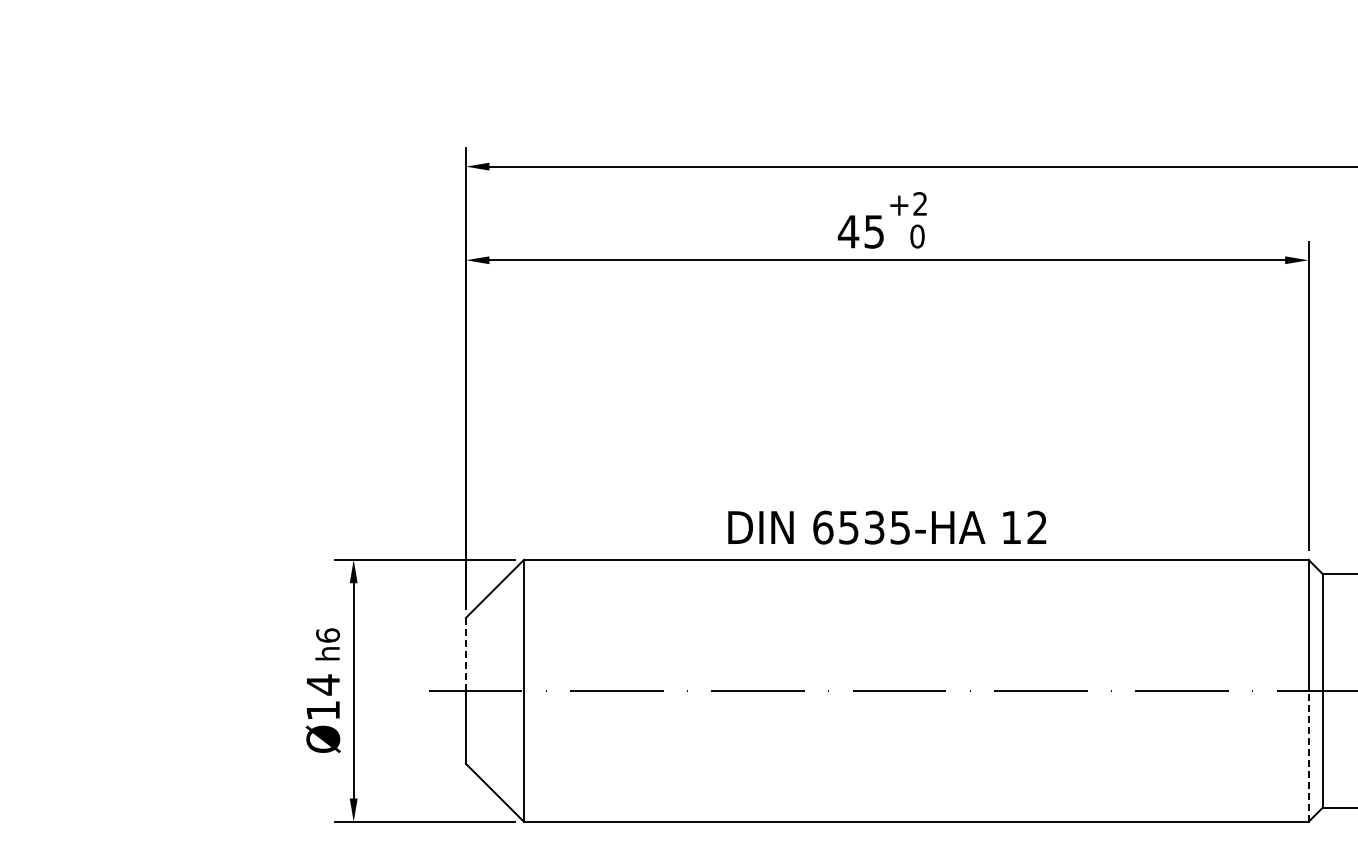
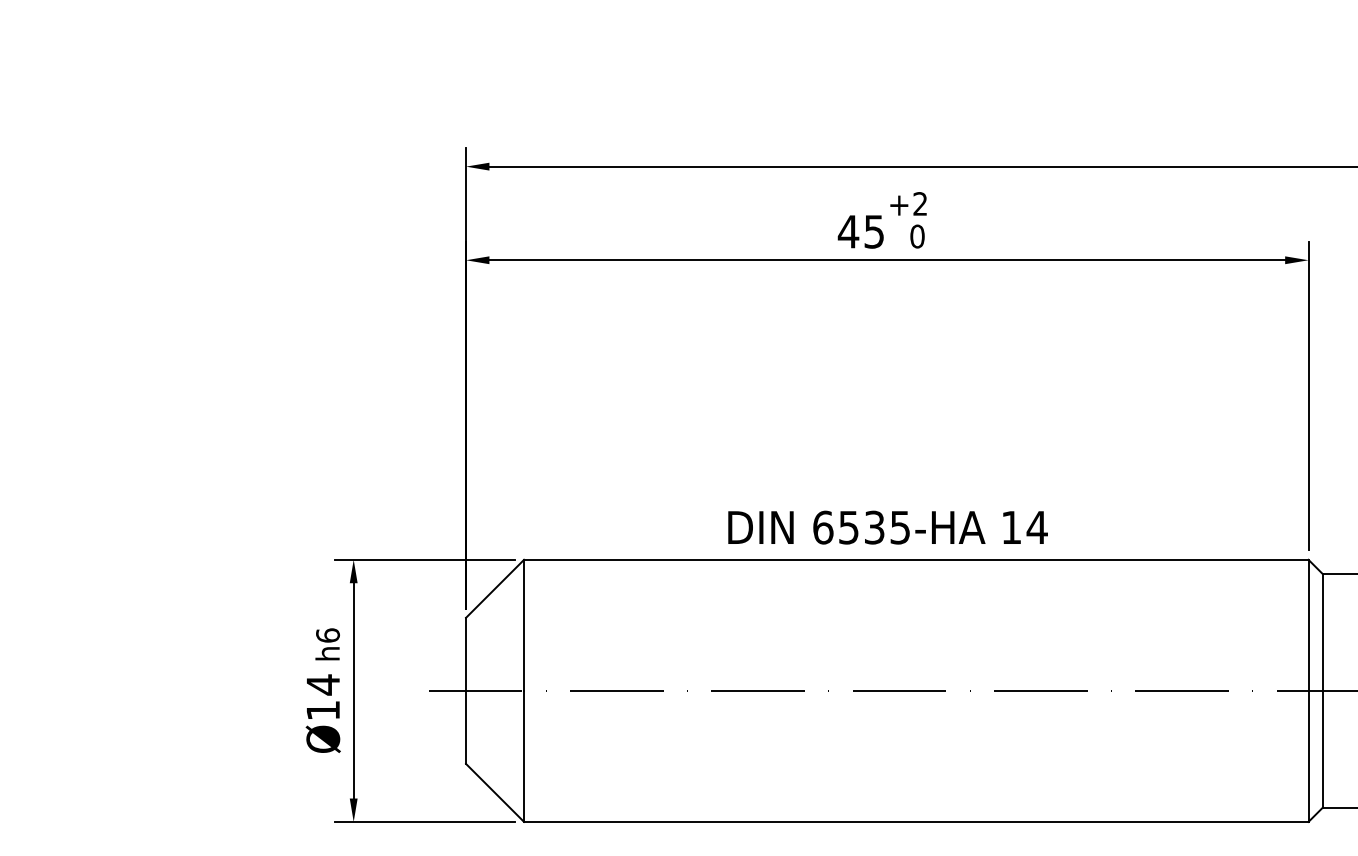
text at (1036, 526): 12 -> 14
line at (466, 654): dashed -> solid
line at (1308, 756): dashed -> solid
